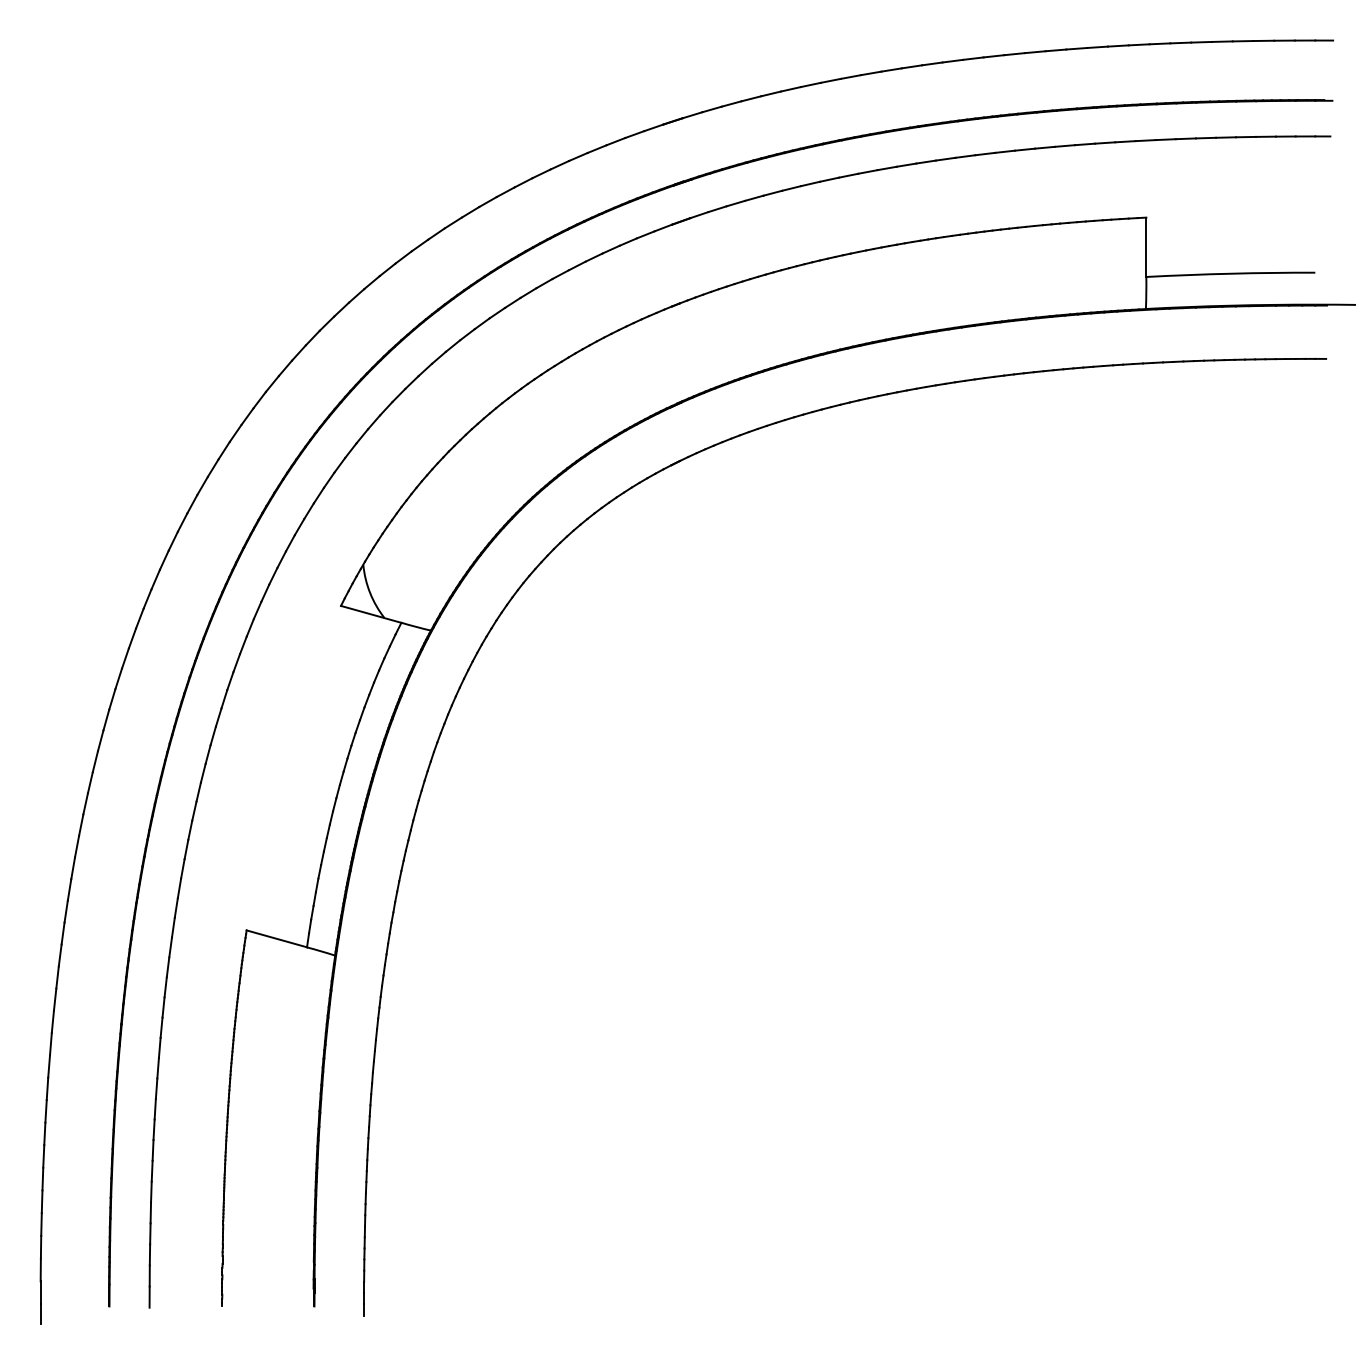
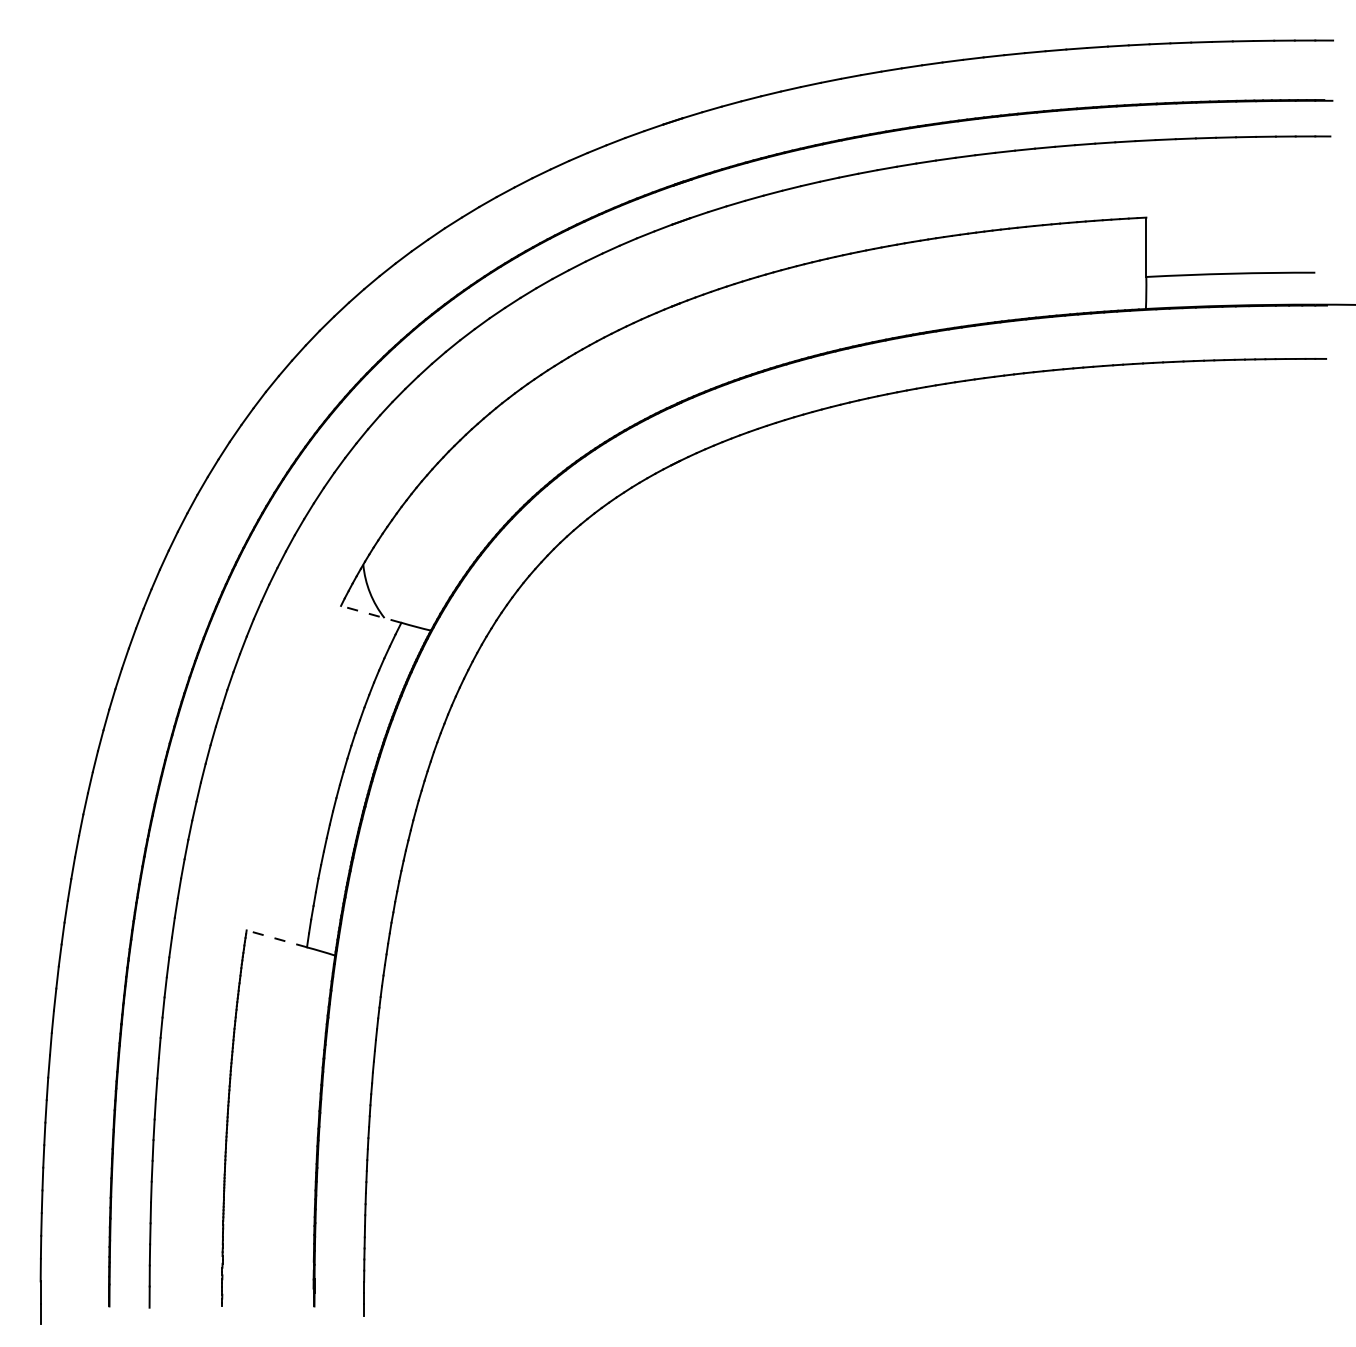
line at (370, 614): solid -> dashed
line at (276, 938): solid -> dashed
